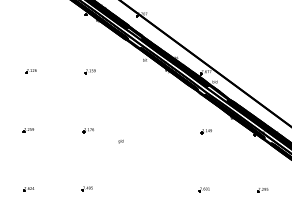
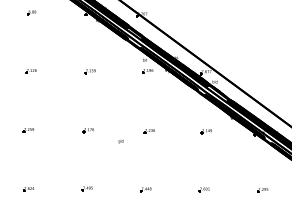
part at (31, 12): none -> present
part at (147, 71): none -> present
part at (148, 131): none -> present
part at (145, 189): none -> present
